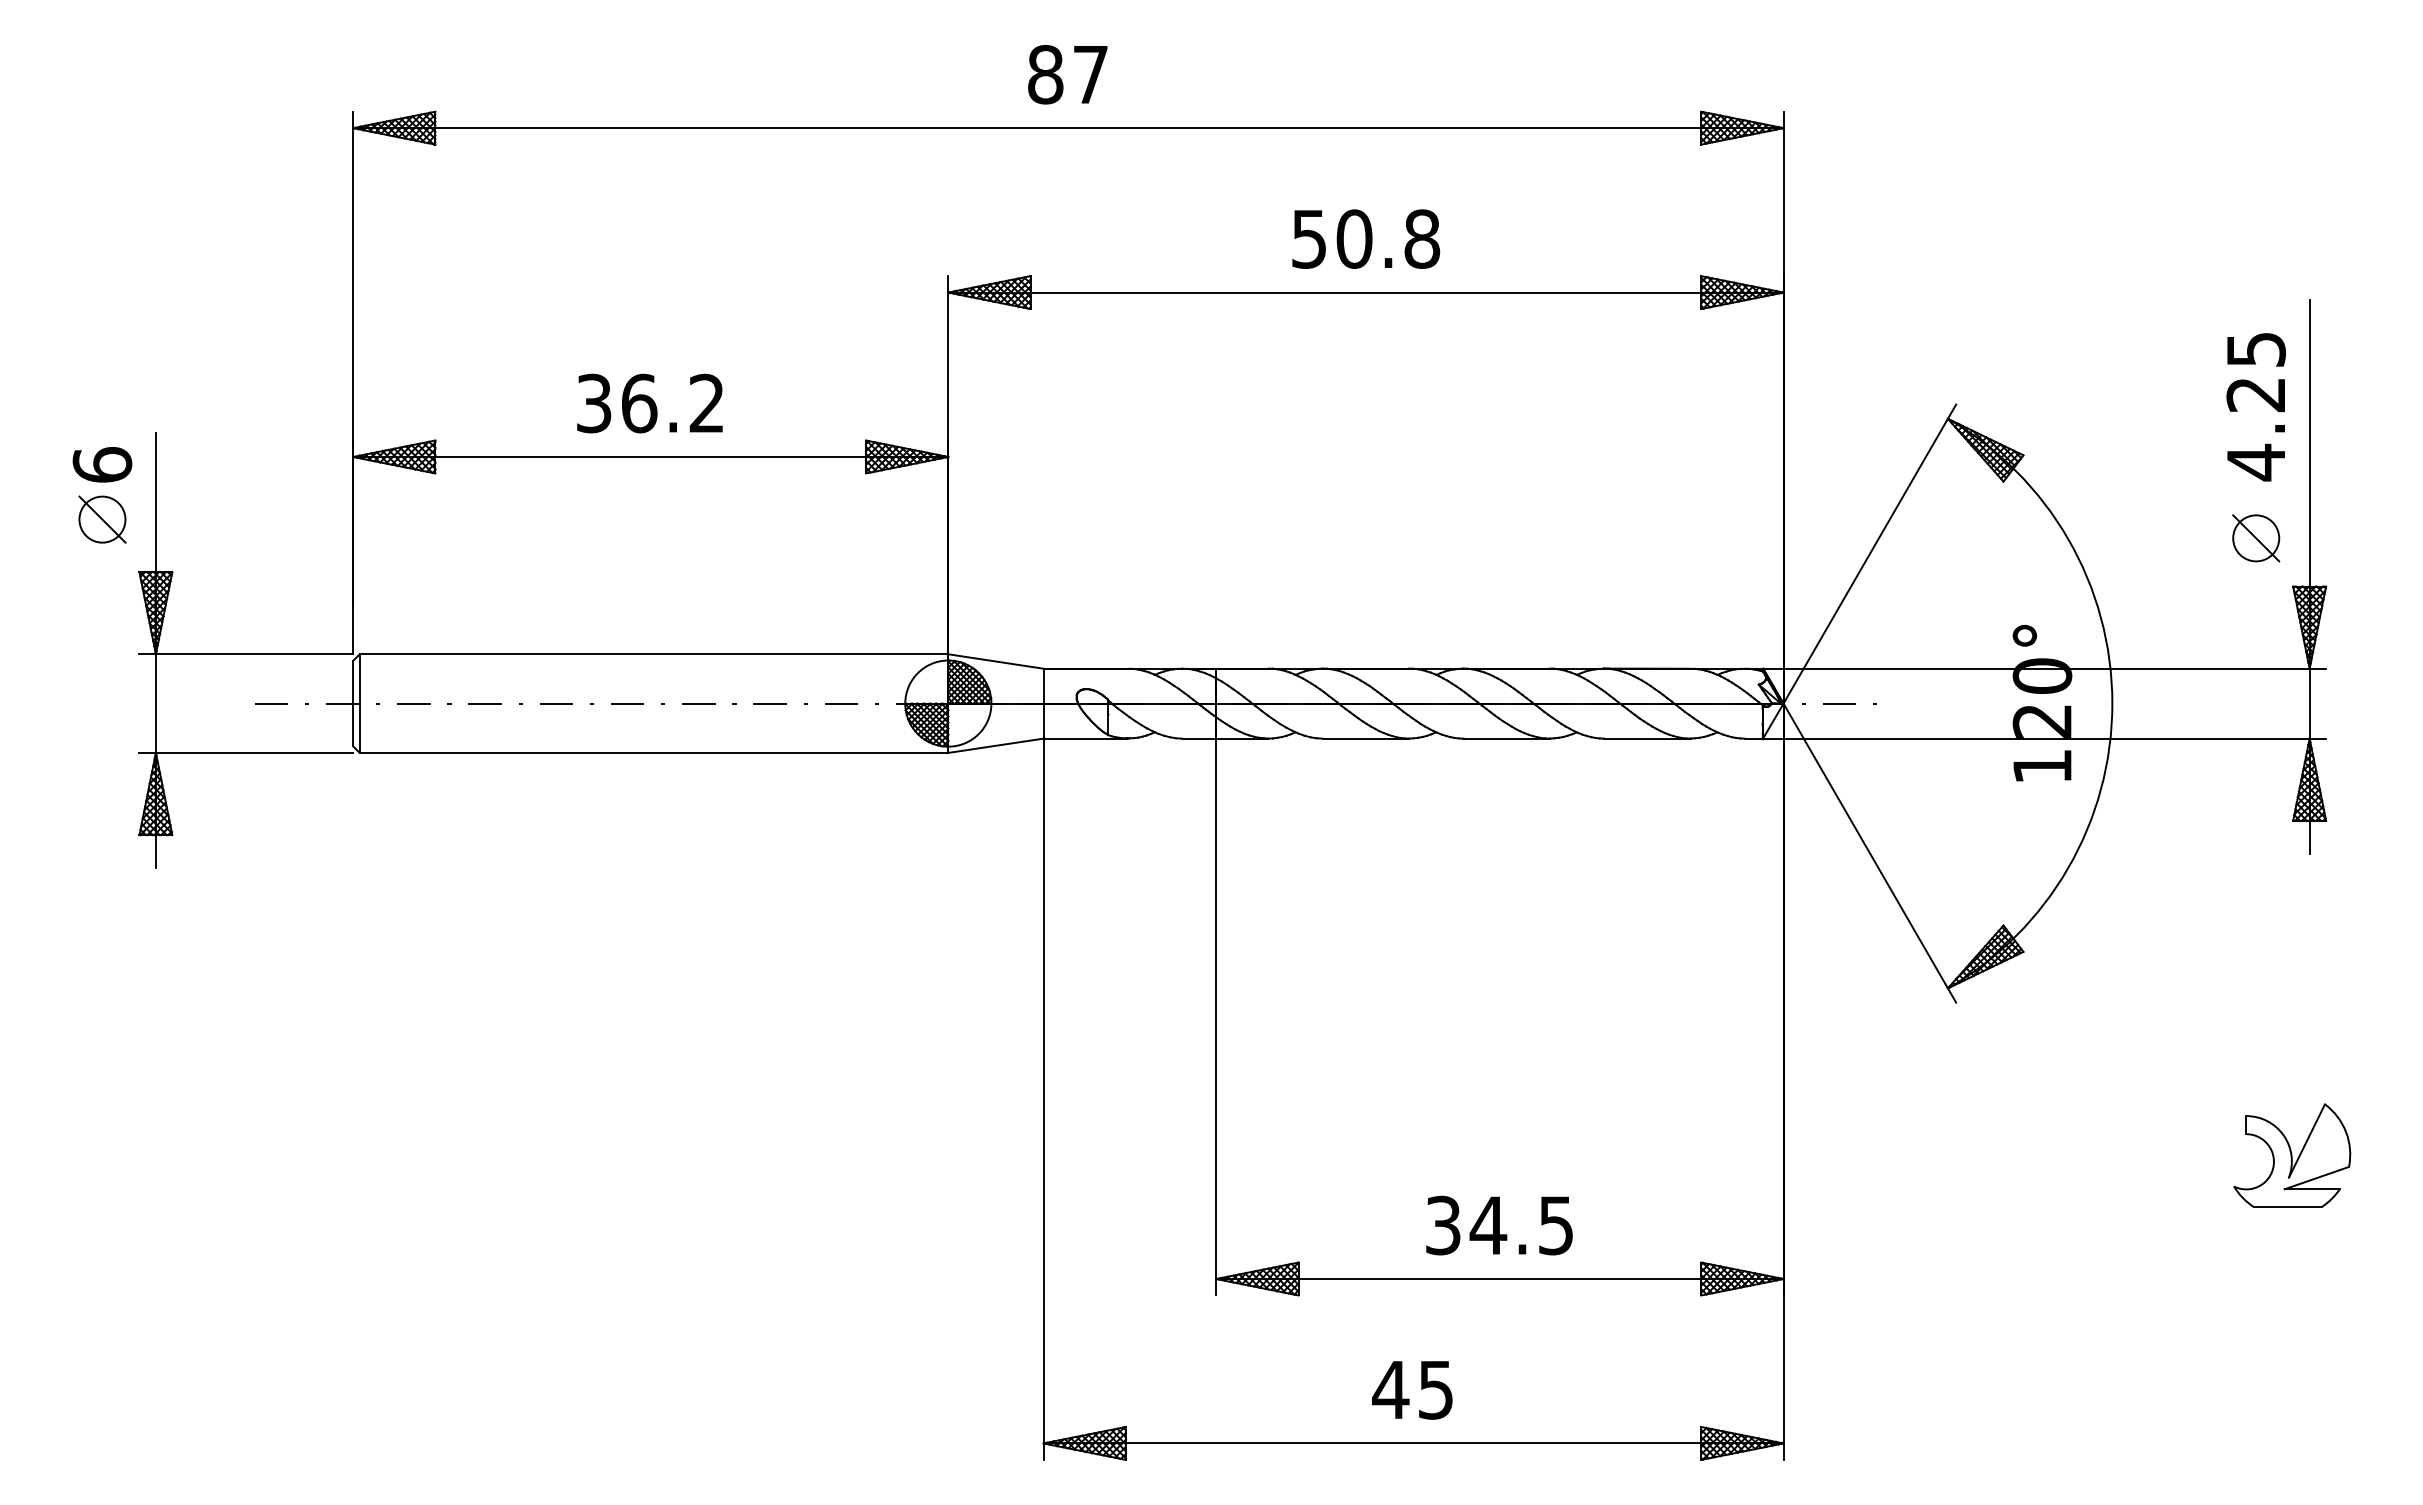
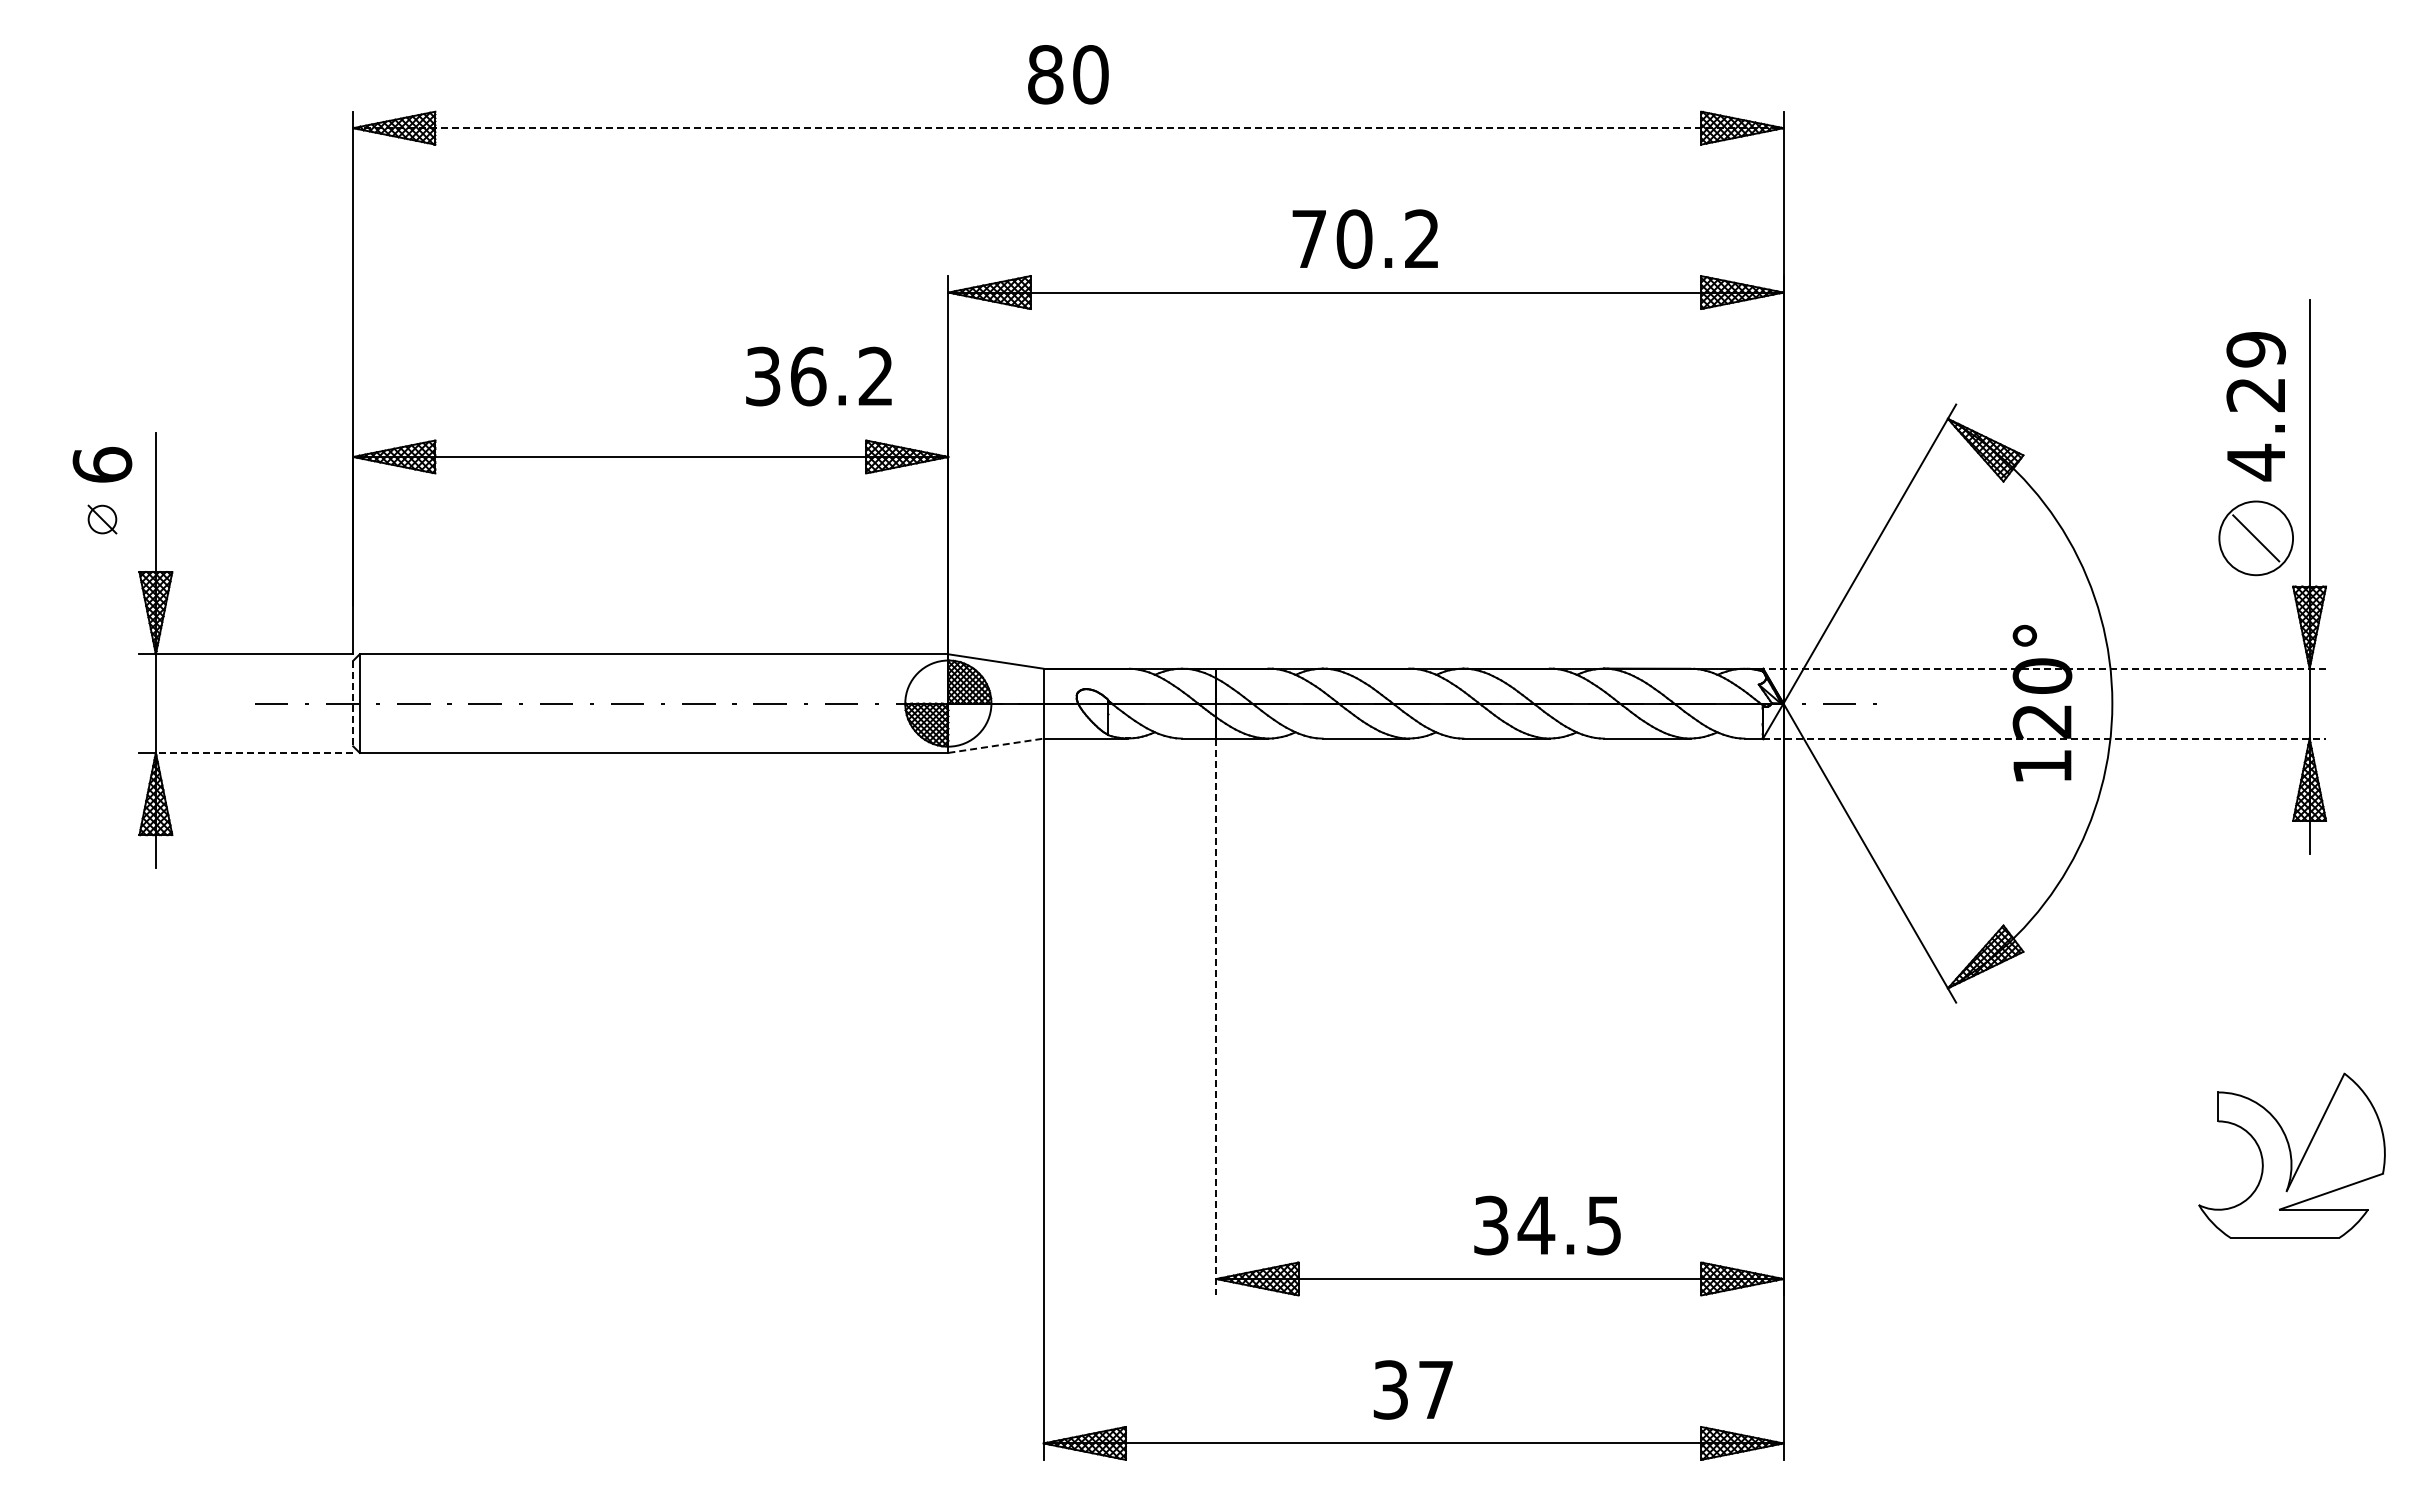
text at (1090, 74): 87 -> 80
line at (1068, 128): solid -> dashed
text at (1366, 238): 50.8 -> 70.2
text at (2255, 349): 4.25 -> 4.29
text at (649, 403) position: (649, 403) -> (818, 376)
part at (102, 519) size: 49x49 px -> 31x31 px
circle at (2256, 538) diameter: 46 px -> 74 px
line at (2044, 668): solid -> dashed
line at (353, 703): solid -> dashed
line at (2045, 738): solid -> dashed
line at (996, 745): solid -> dashed
line at (254, 752): solid -> dashed
line at (1216, 1017): solid -> dashed
part at (2292, 1155) size: 119x105 px -> 188x167 px
text at (1499, 1225) position: (1499, 1225) -> (1547, 1225)
text at (1412, 1389): 45 -> 37
